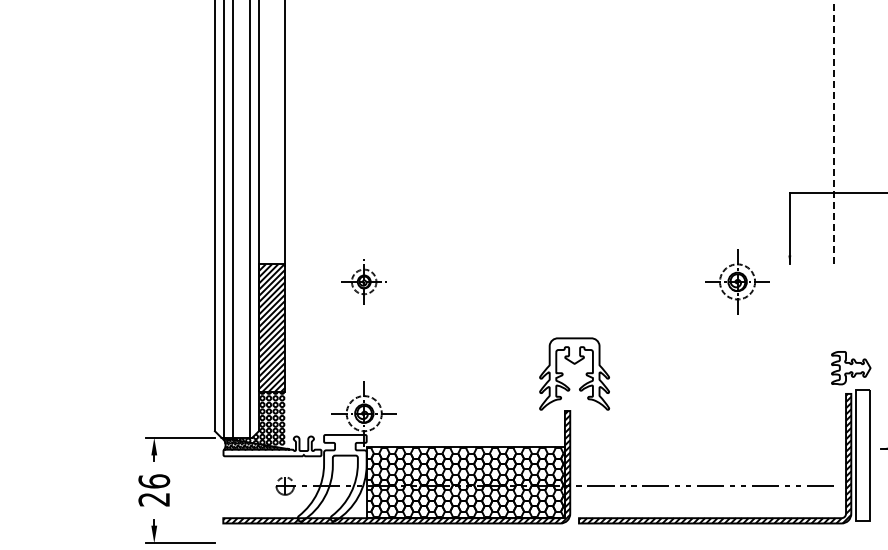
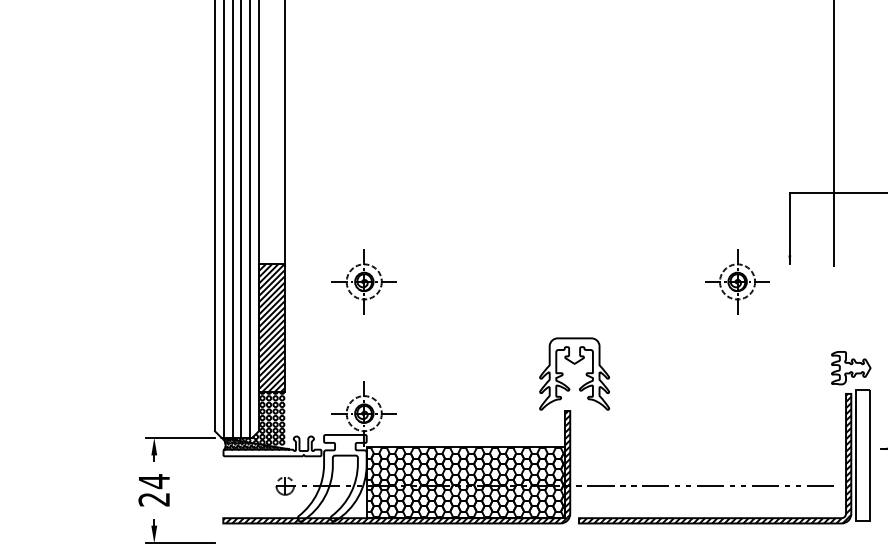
line at (834, 133): dashed -> solid
line at (241, 219): none -> present
part at (363, 281) size: 46x46 px -> 66x66 px
text at (154, 481): 26 -> 24
